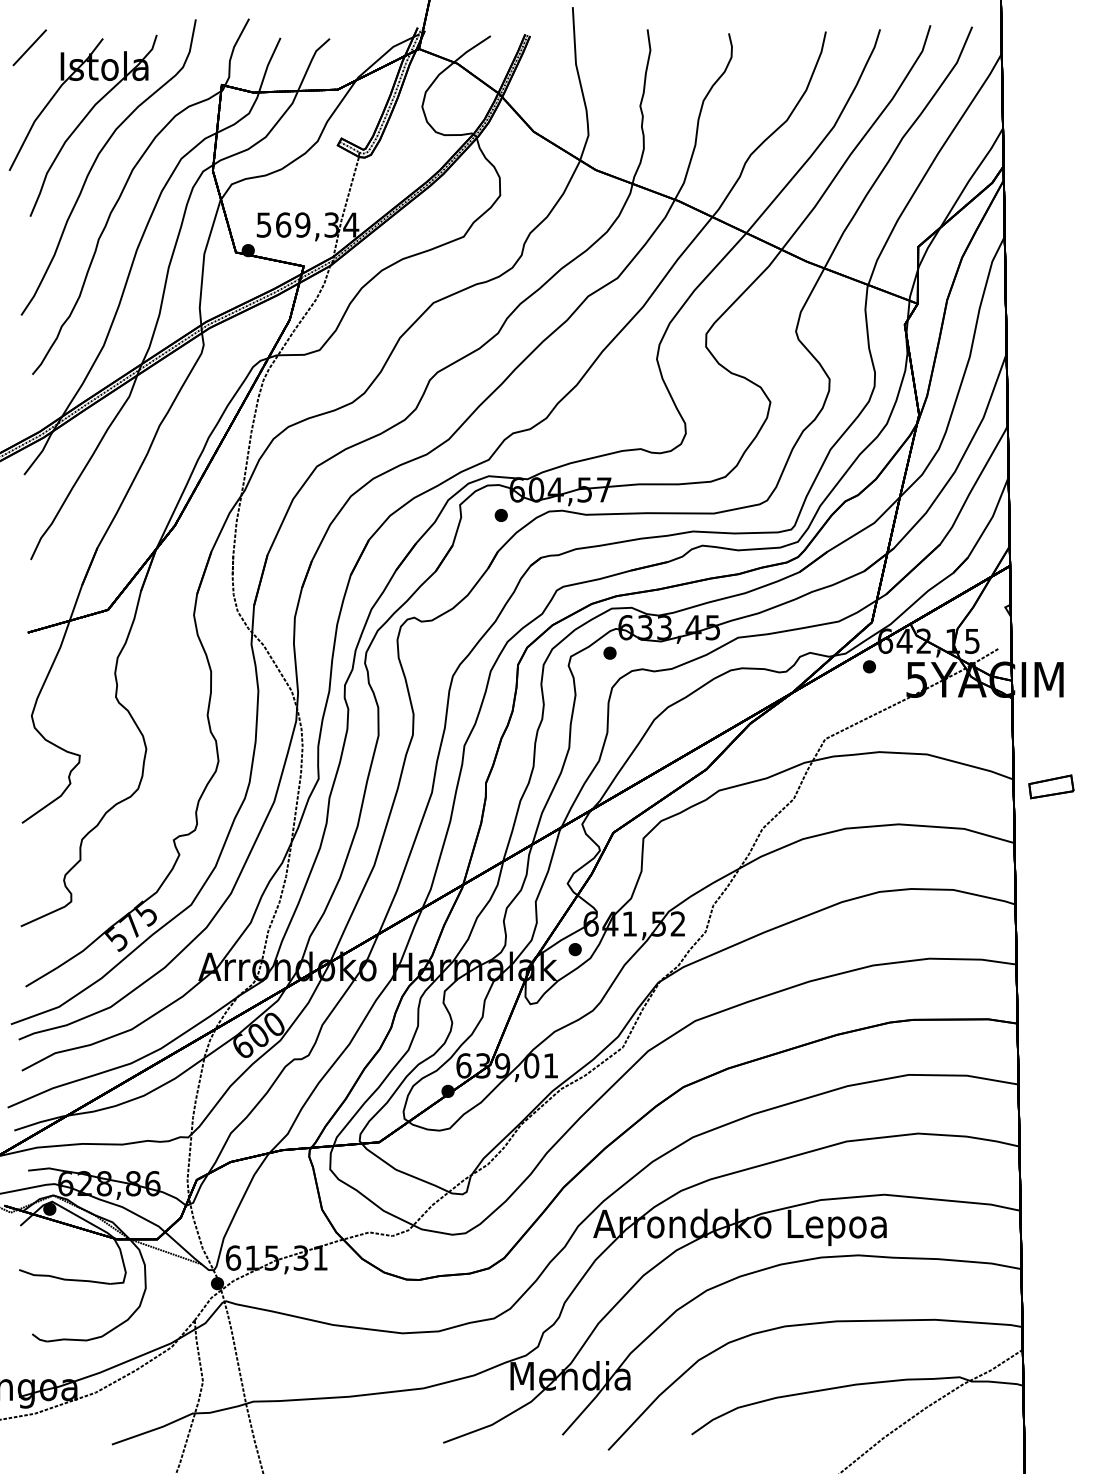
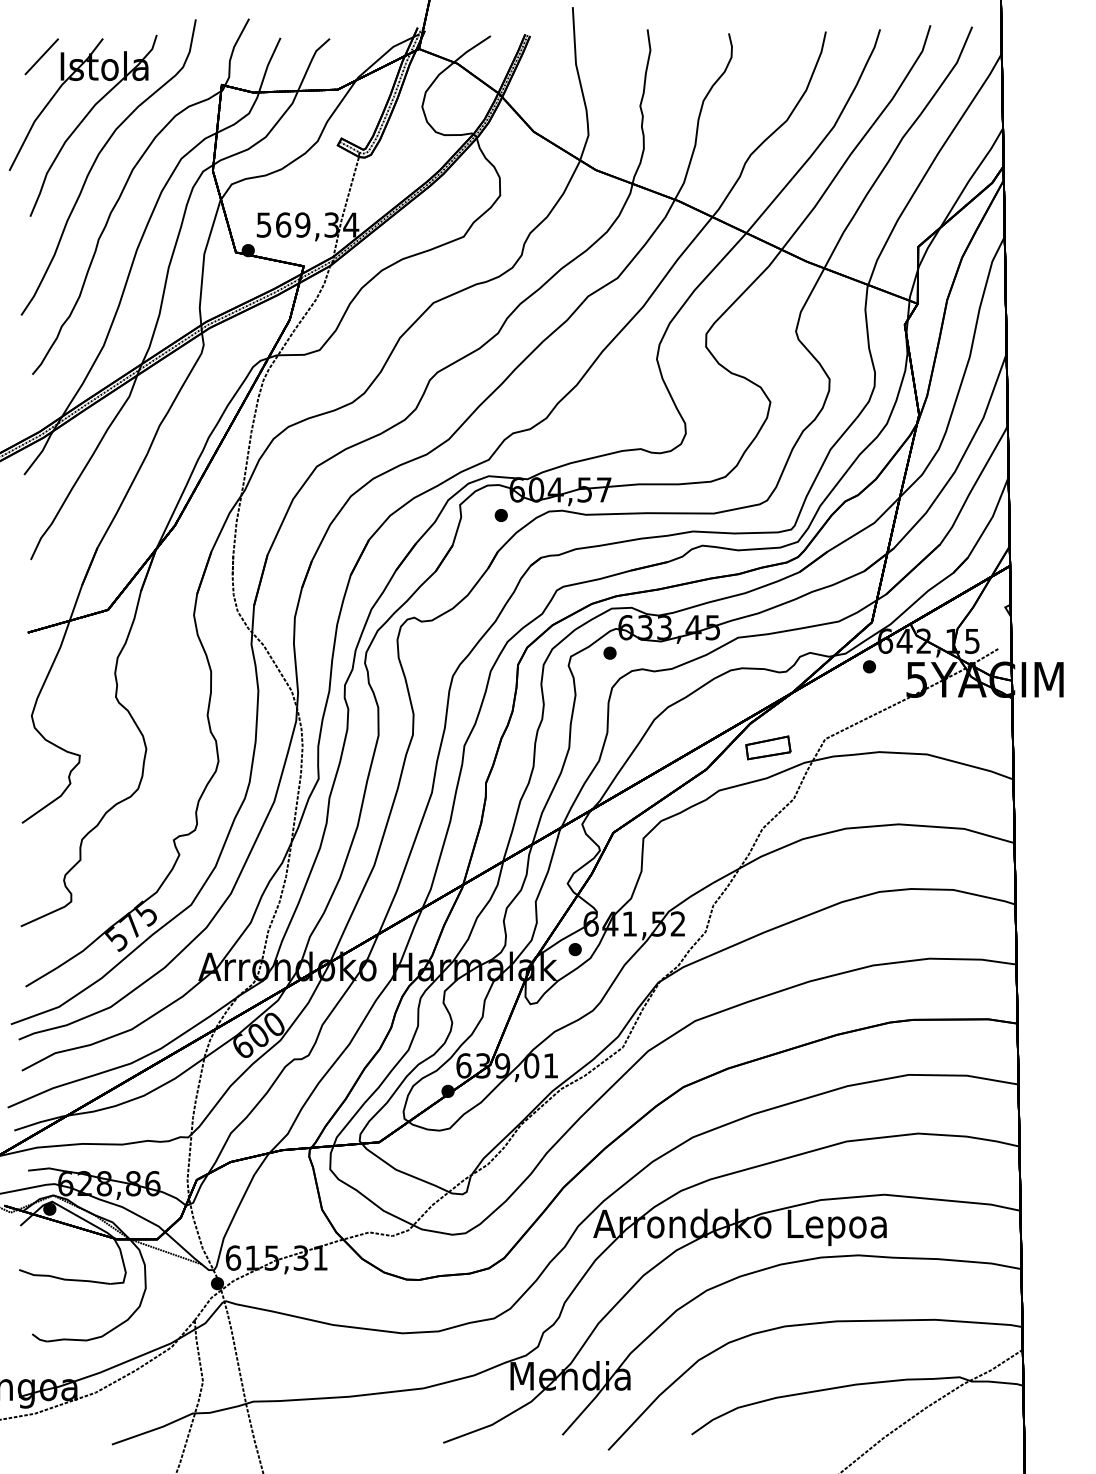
line at (29, 47) position: (29, 47) -> (41, 56)
part at (1051, 786) position: (1051, 786) -> (768, 747)
